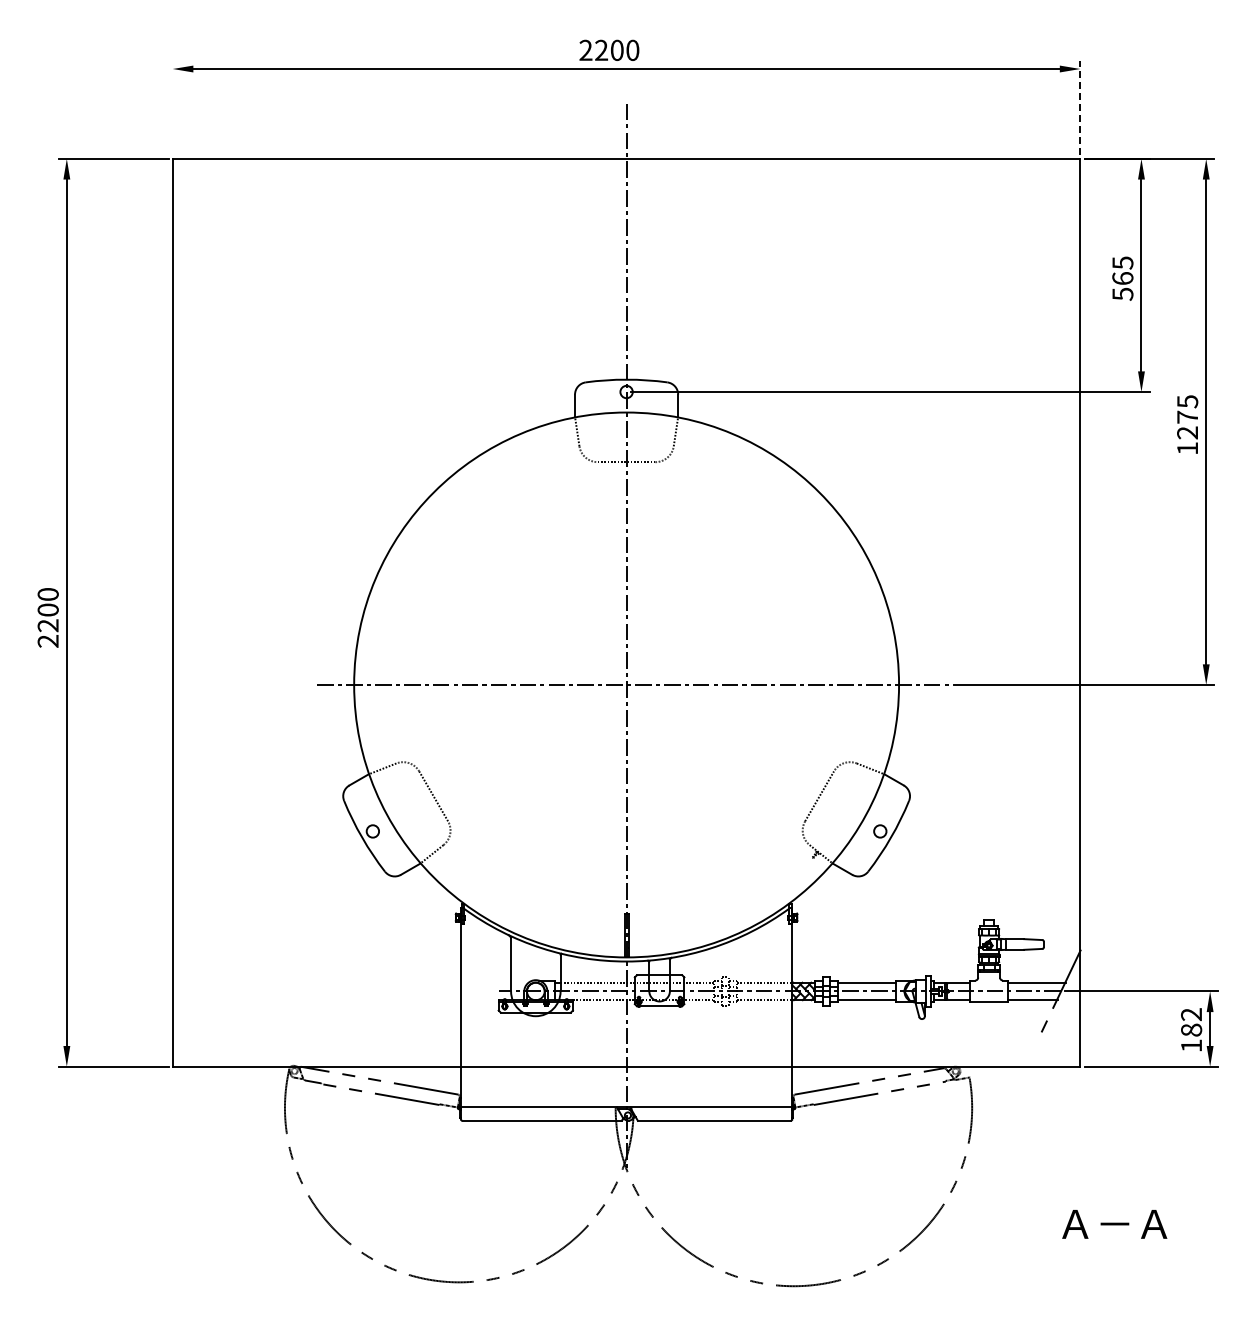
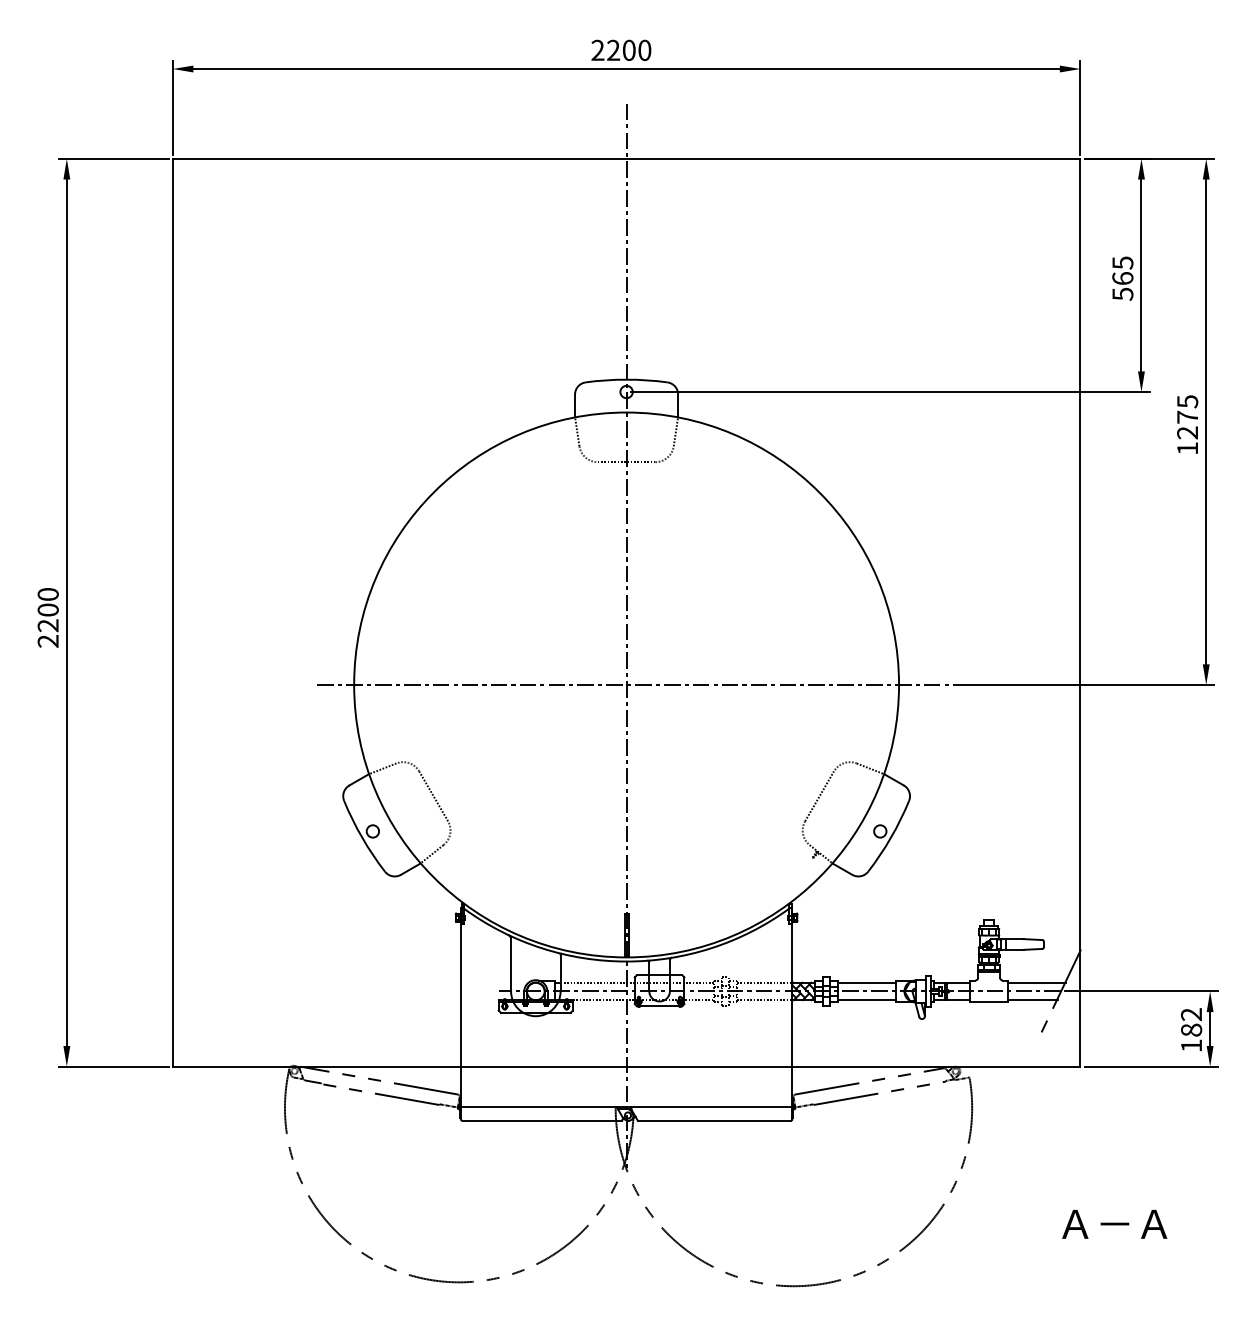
text at (609, 49) position: (609, 49) -> (621, 49)
line at (172, 107): none -> present
line at (1080, 107): dashed -> solid
